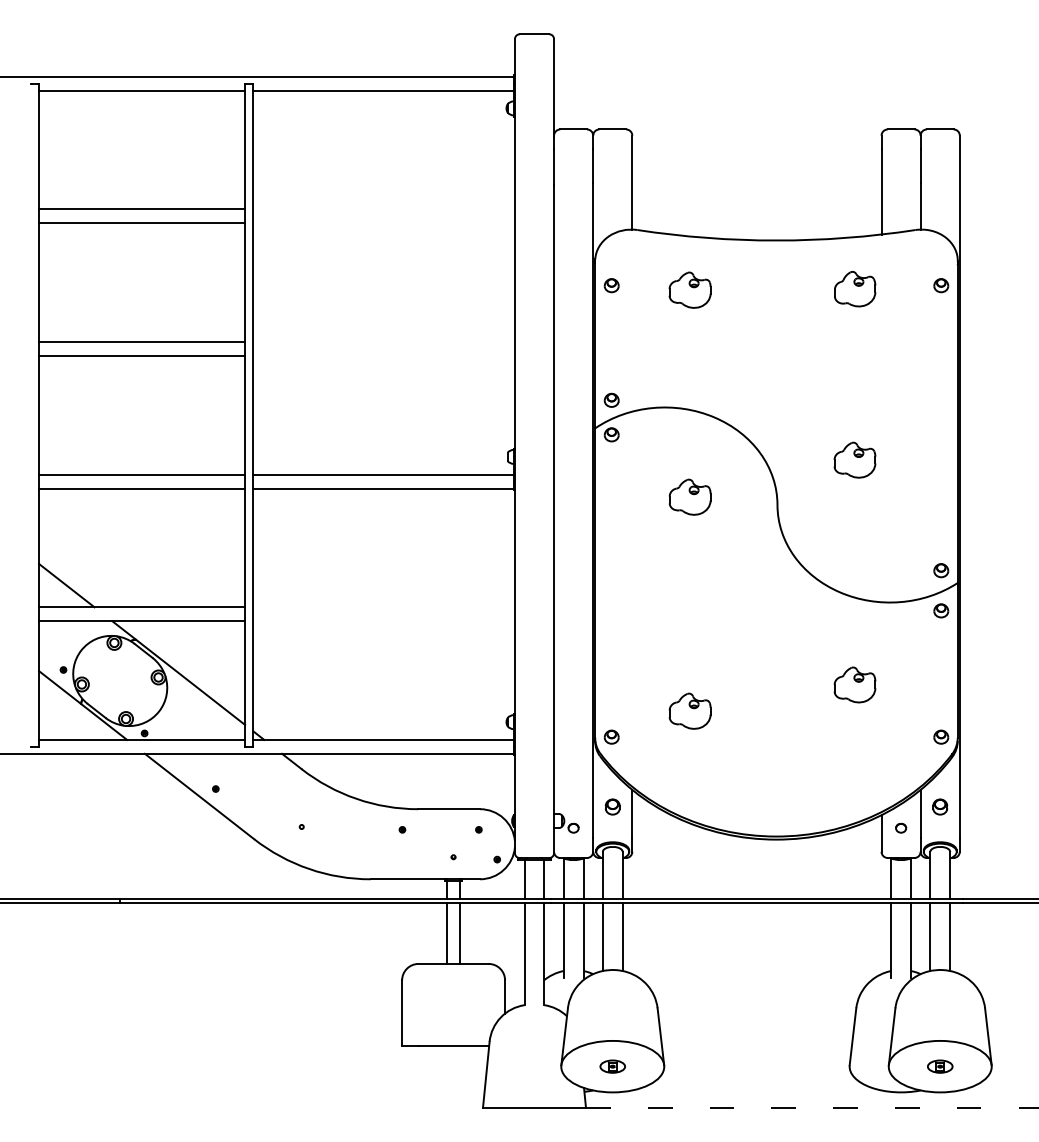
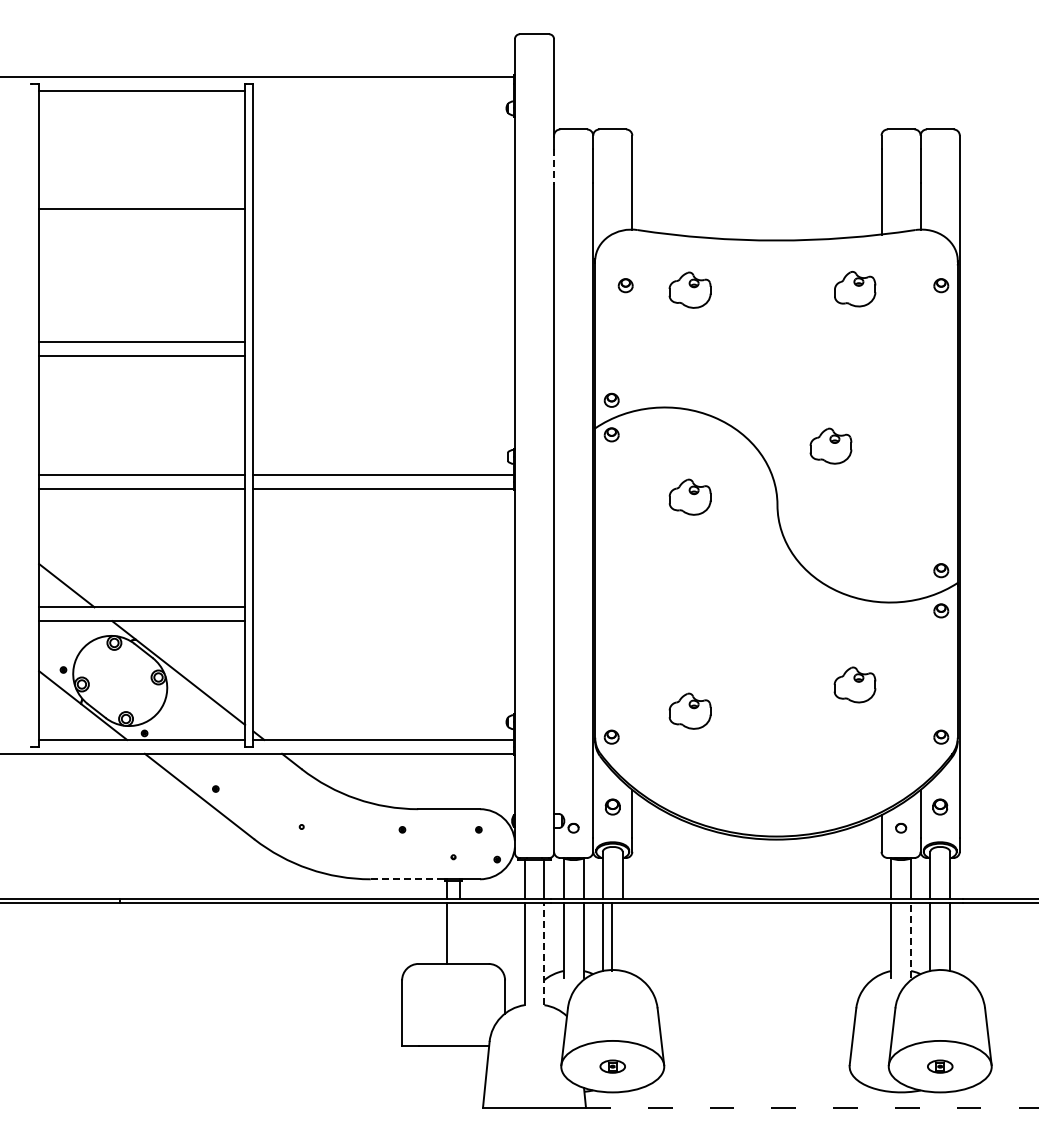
line at (383, 90): present -> none
line at (554, 166): solid -> dashed
line at (142, 223): present -> none
part at (611, 285) position: (611, 285) -> (625, 285)
part at (854, 459) position: (854, 459) -> (830, 445)
line at (408, 879): solid -> dashed
line at (459, 933): present -> none
line at (622, 937) position: (622, 937) -> (611, 937)
line at (911, 940): solid -> dashed
line at (544, 954): solid -> dashed
